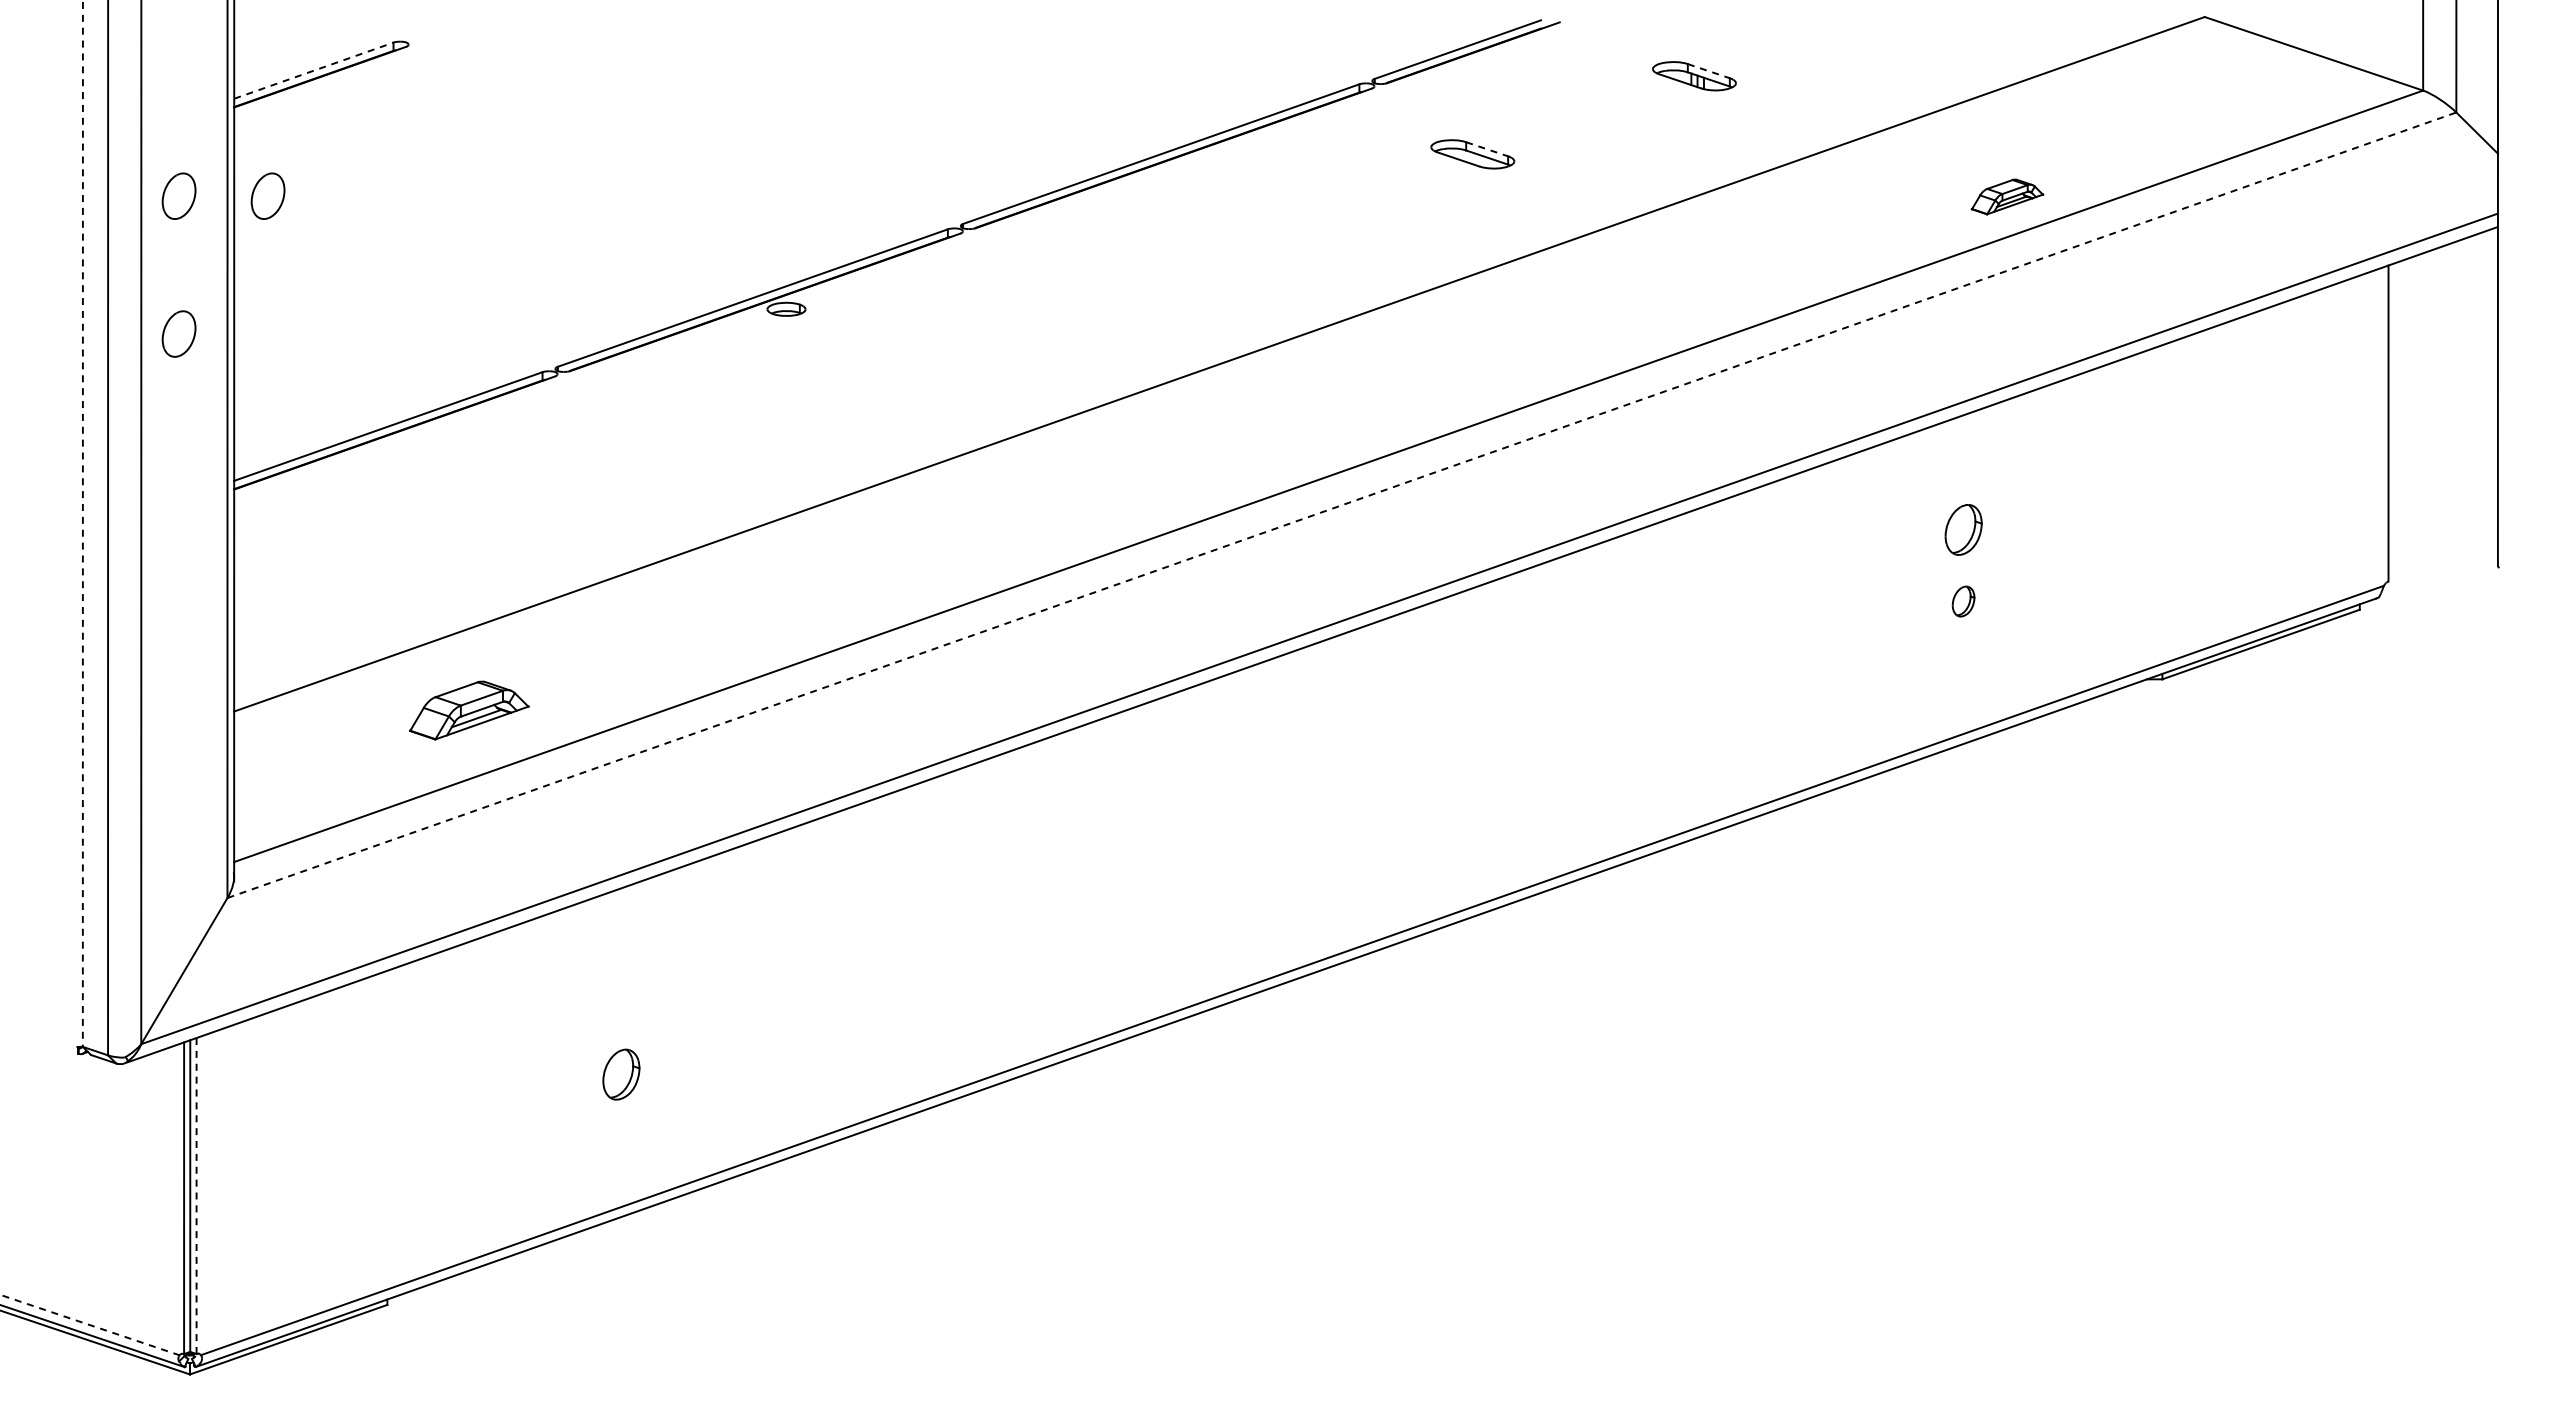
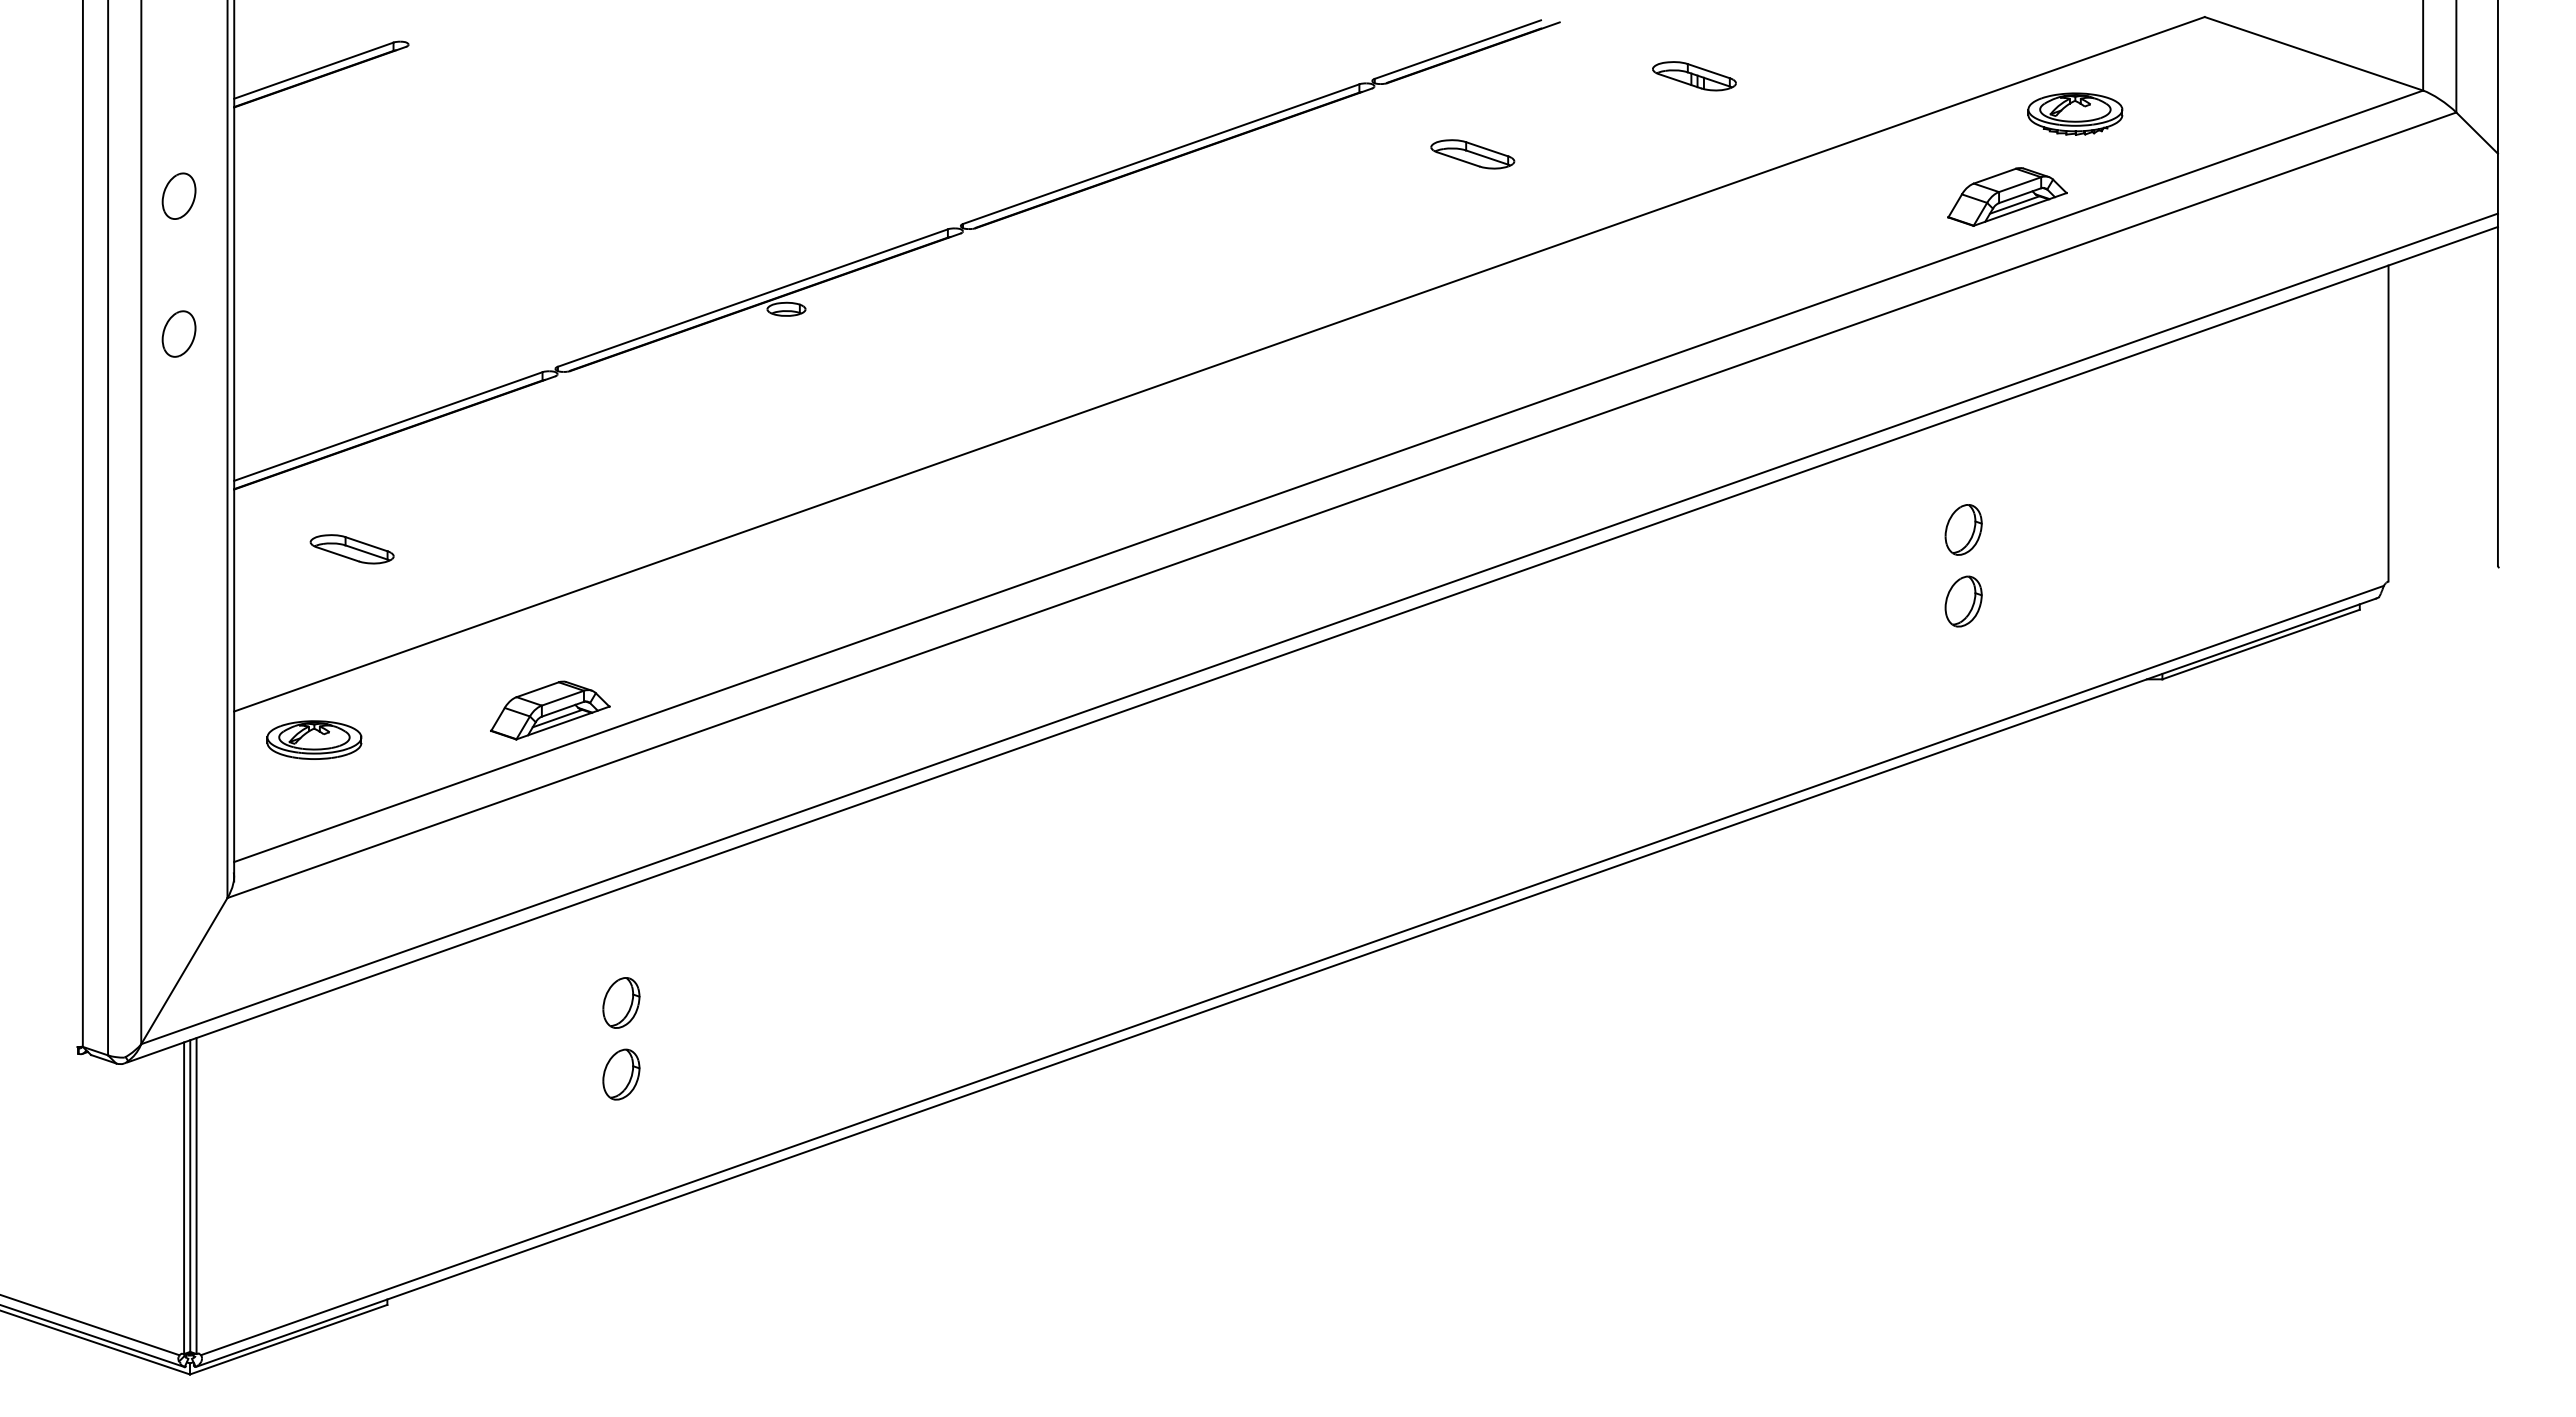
line at (314, 70): dashed -> solid
line at (1709, 71): dashed -> solid
part at (2075, 113): none -> present
line at (1487, 149): dashed -> solid
part at (267, 195): present -> none
part at (2007, 196) size: 75x38 px -> 121x60 px
line at (1341, 505): dashed -> solid
line at (82, 523): dashed -> solid
part at (351, 549): none -> present
part at (1963, 601) size: 25x33 px -> 39x53 px
part at (469, 710) position: (469, 710) -> (550, 710)
part at (314, 739): none -> present
part at (621, 1002): none -> present
line at (196, 1196): dashed -> solid
line at (90, 1325): dashed -> solid
